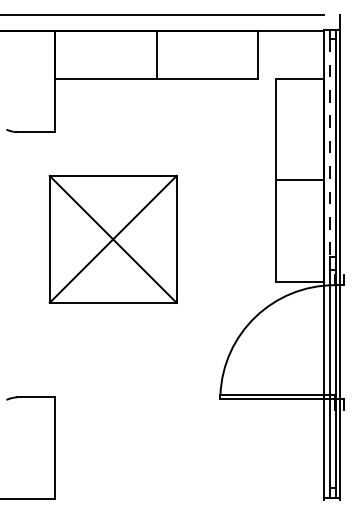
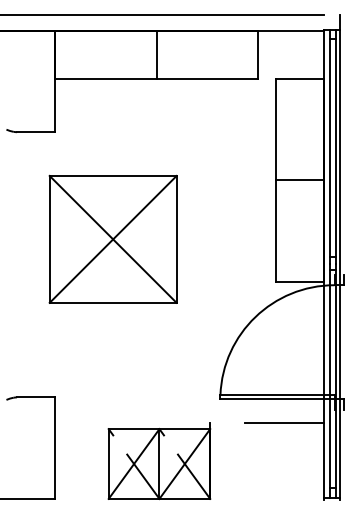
line at (329, 148): dashed -> solid
line at (284, 422): none -> present
part at (159, 461): none -> present
